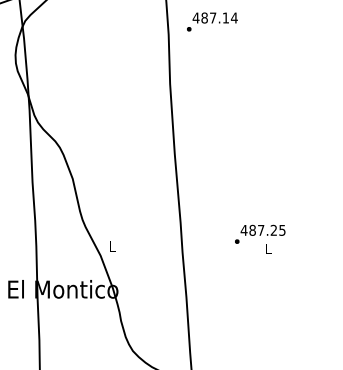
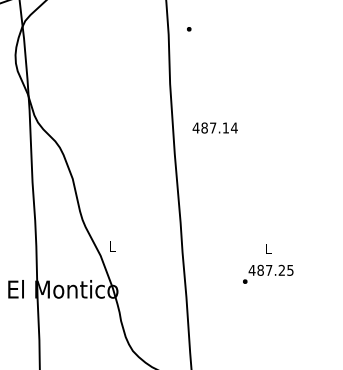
text at (214, 17) position: (214, 17) -> (214, 127)
text at (260, 233) position: (260, 233) -> (268, 273)
